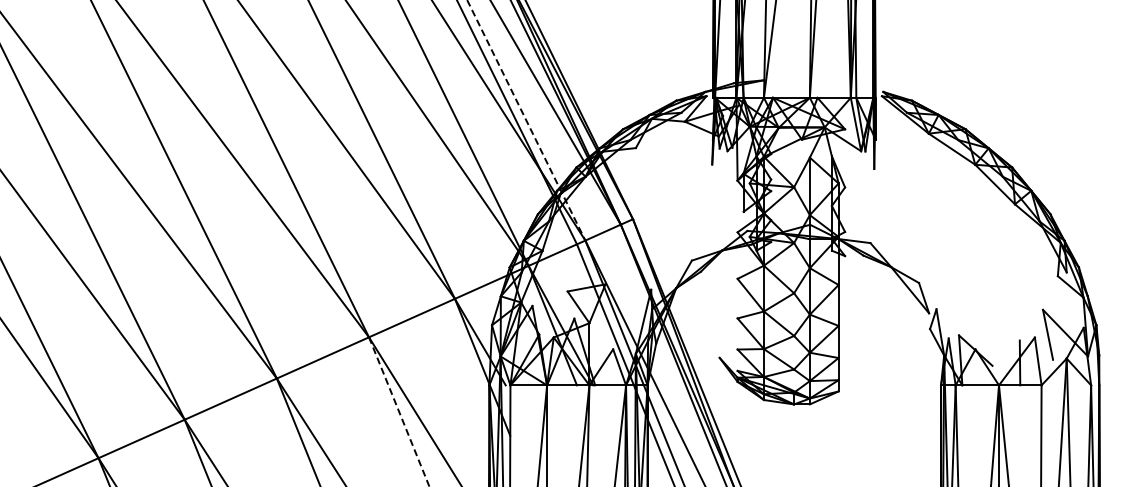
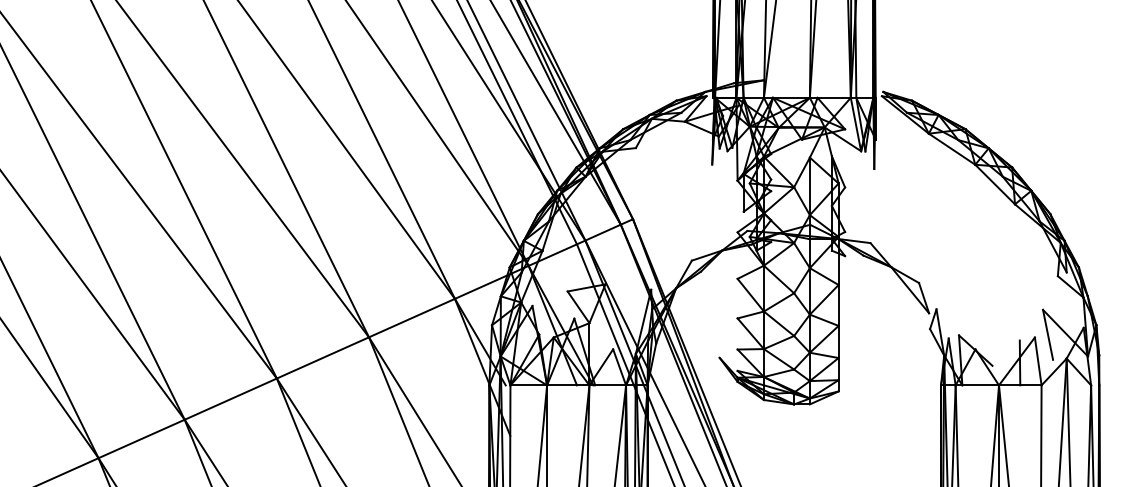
line at (526, 120): dashed -> solid
line at (399, 412): dashed -> solid
